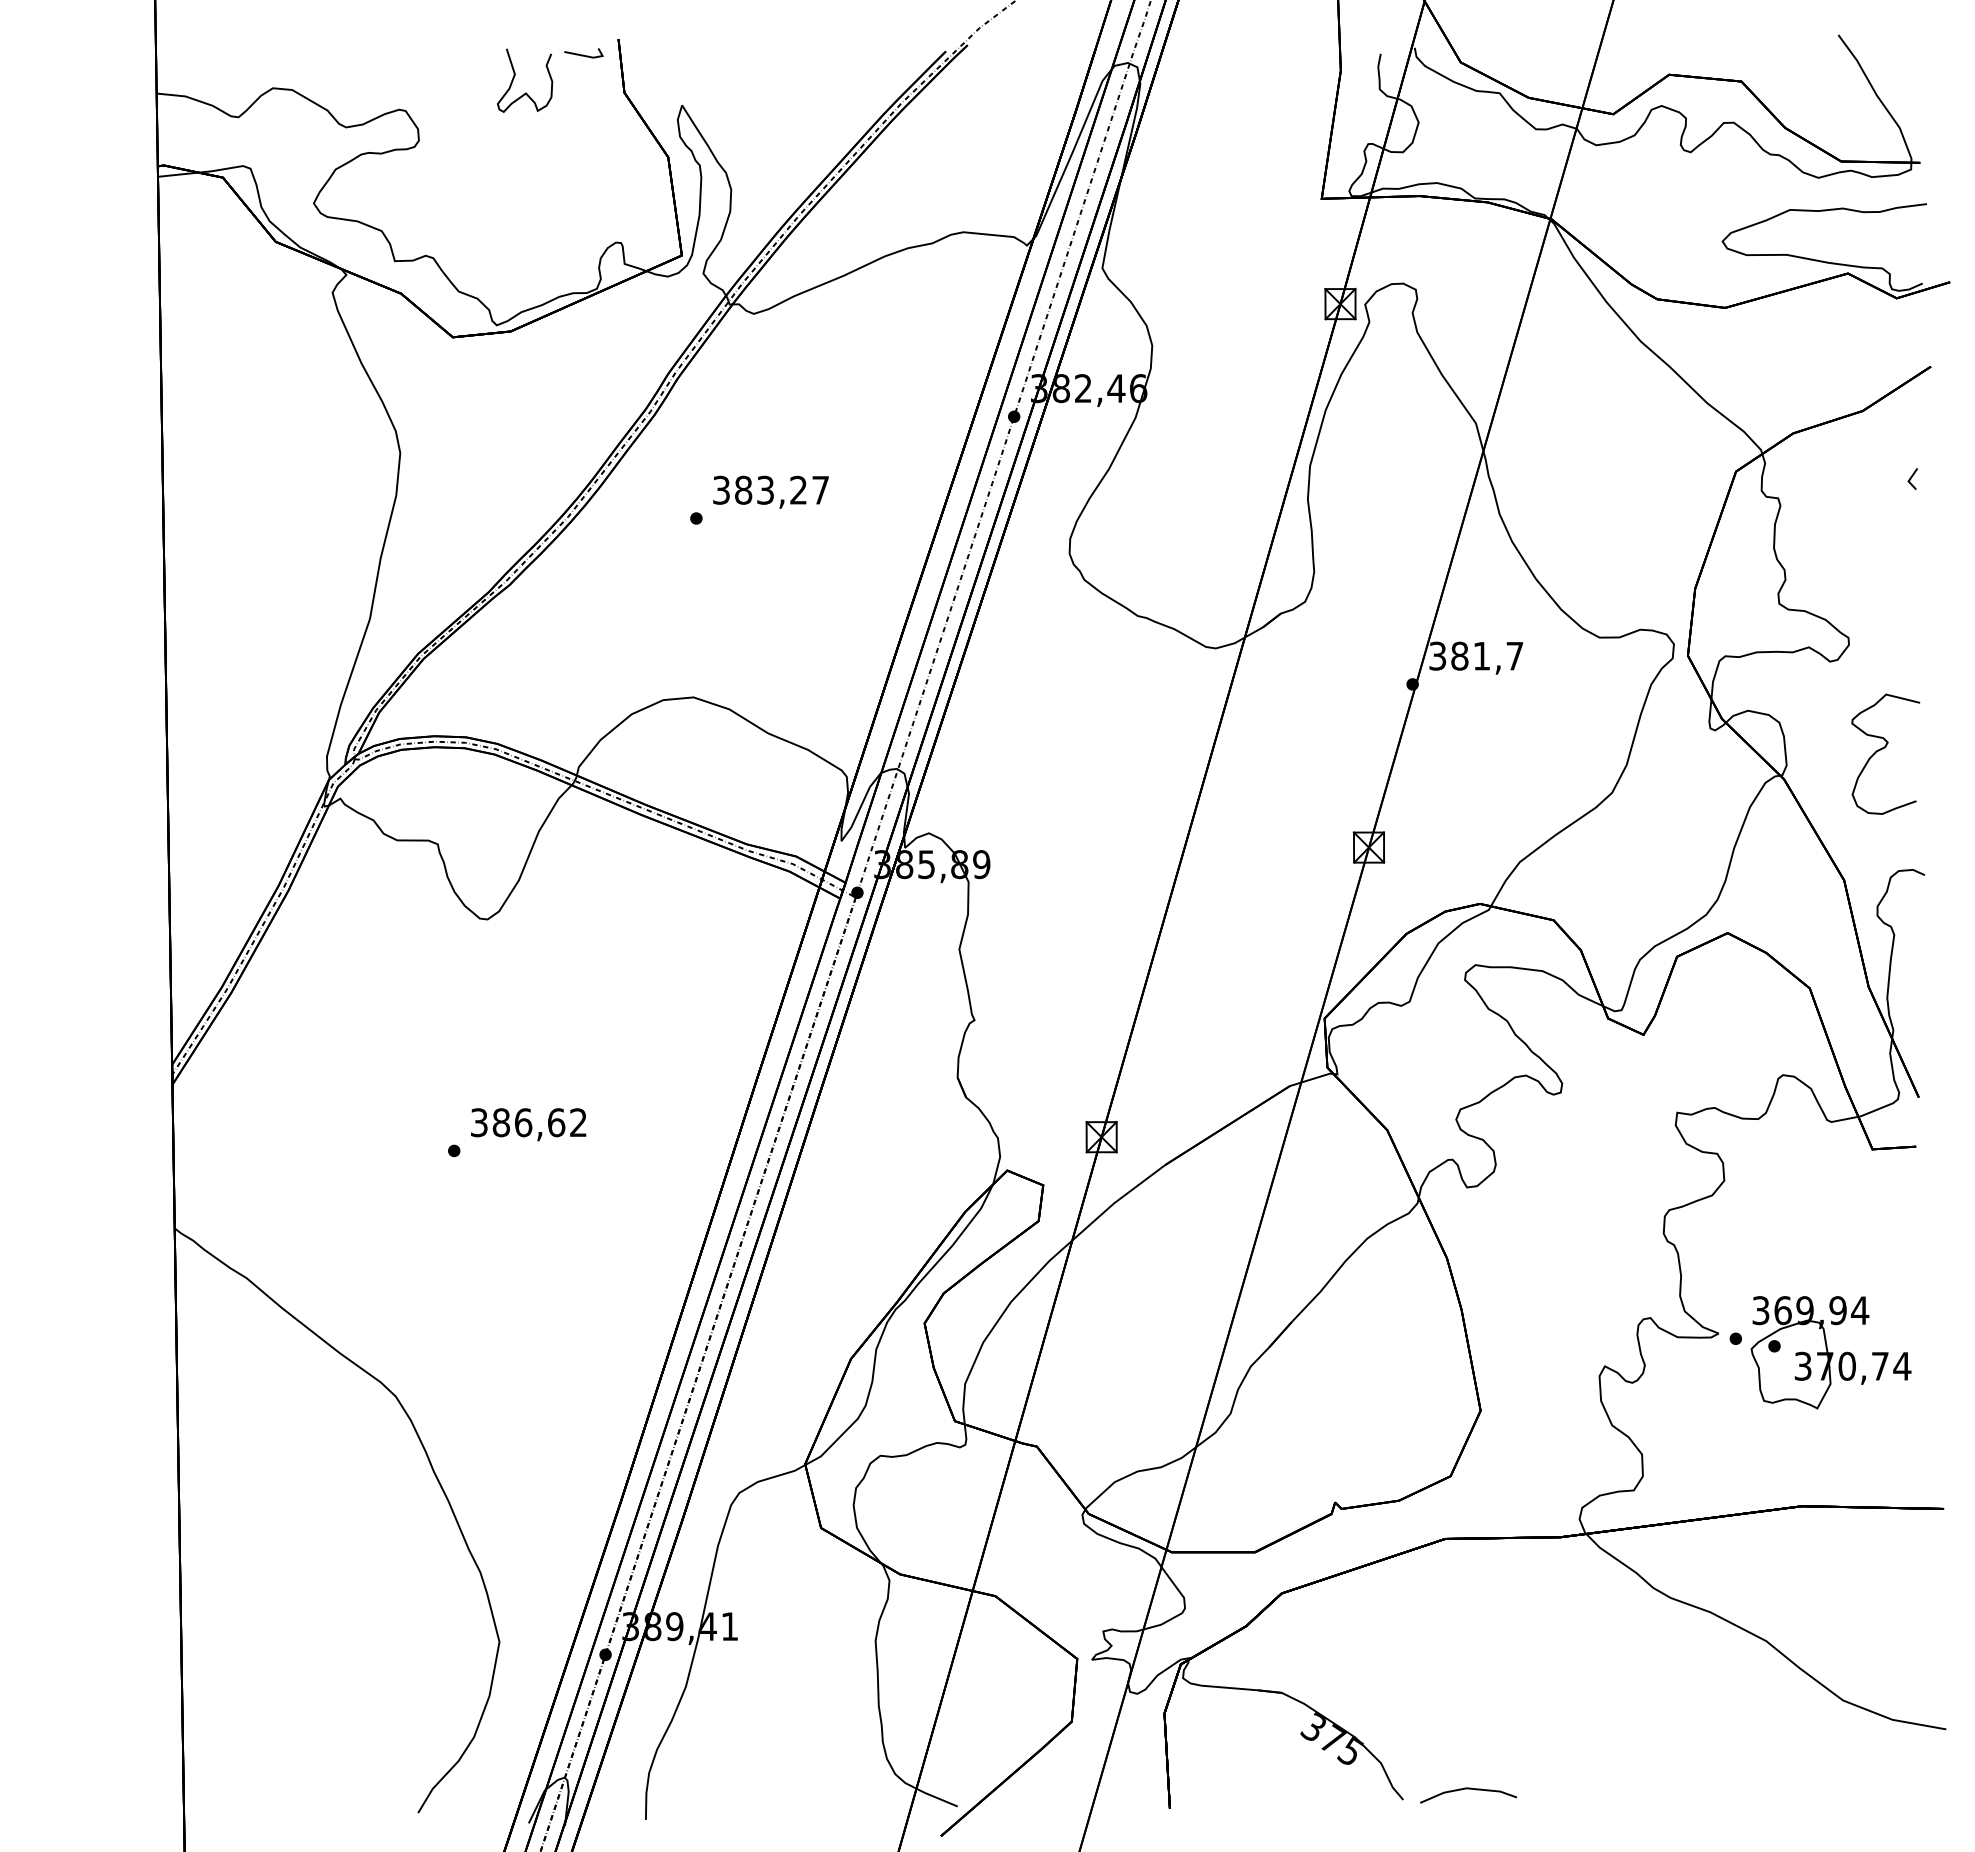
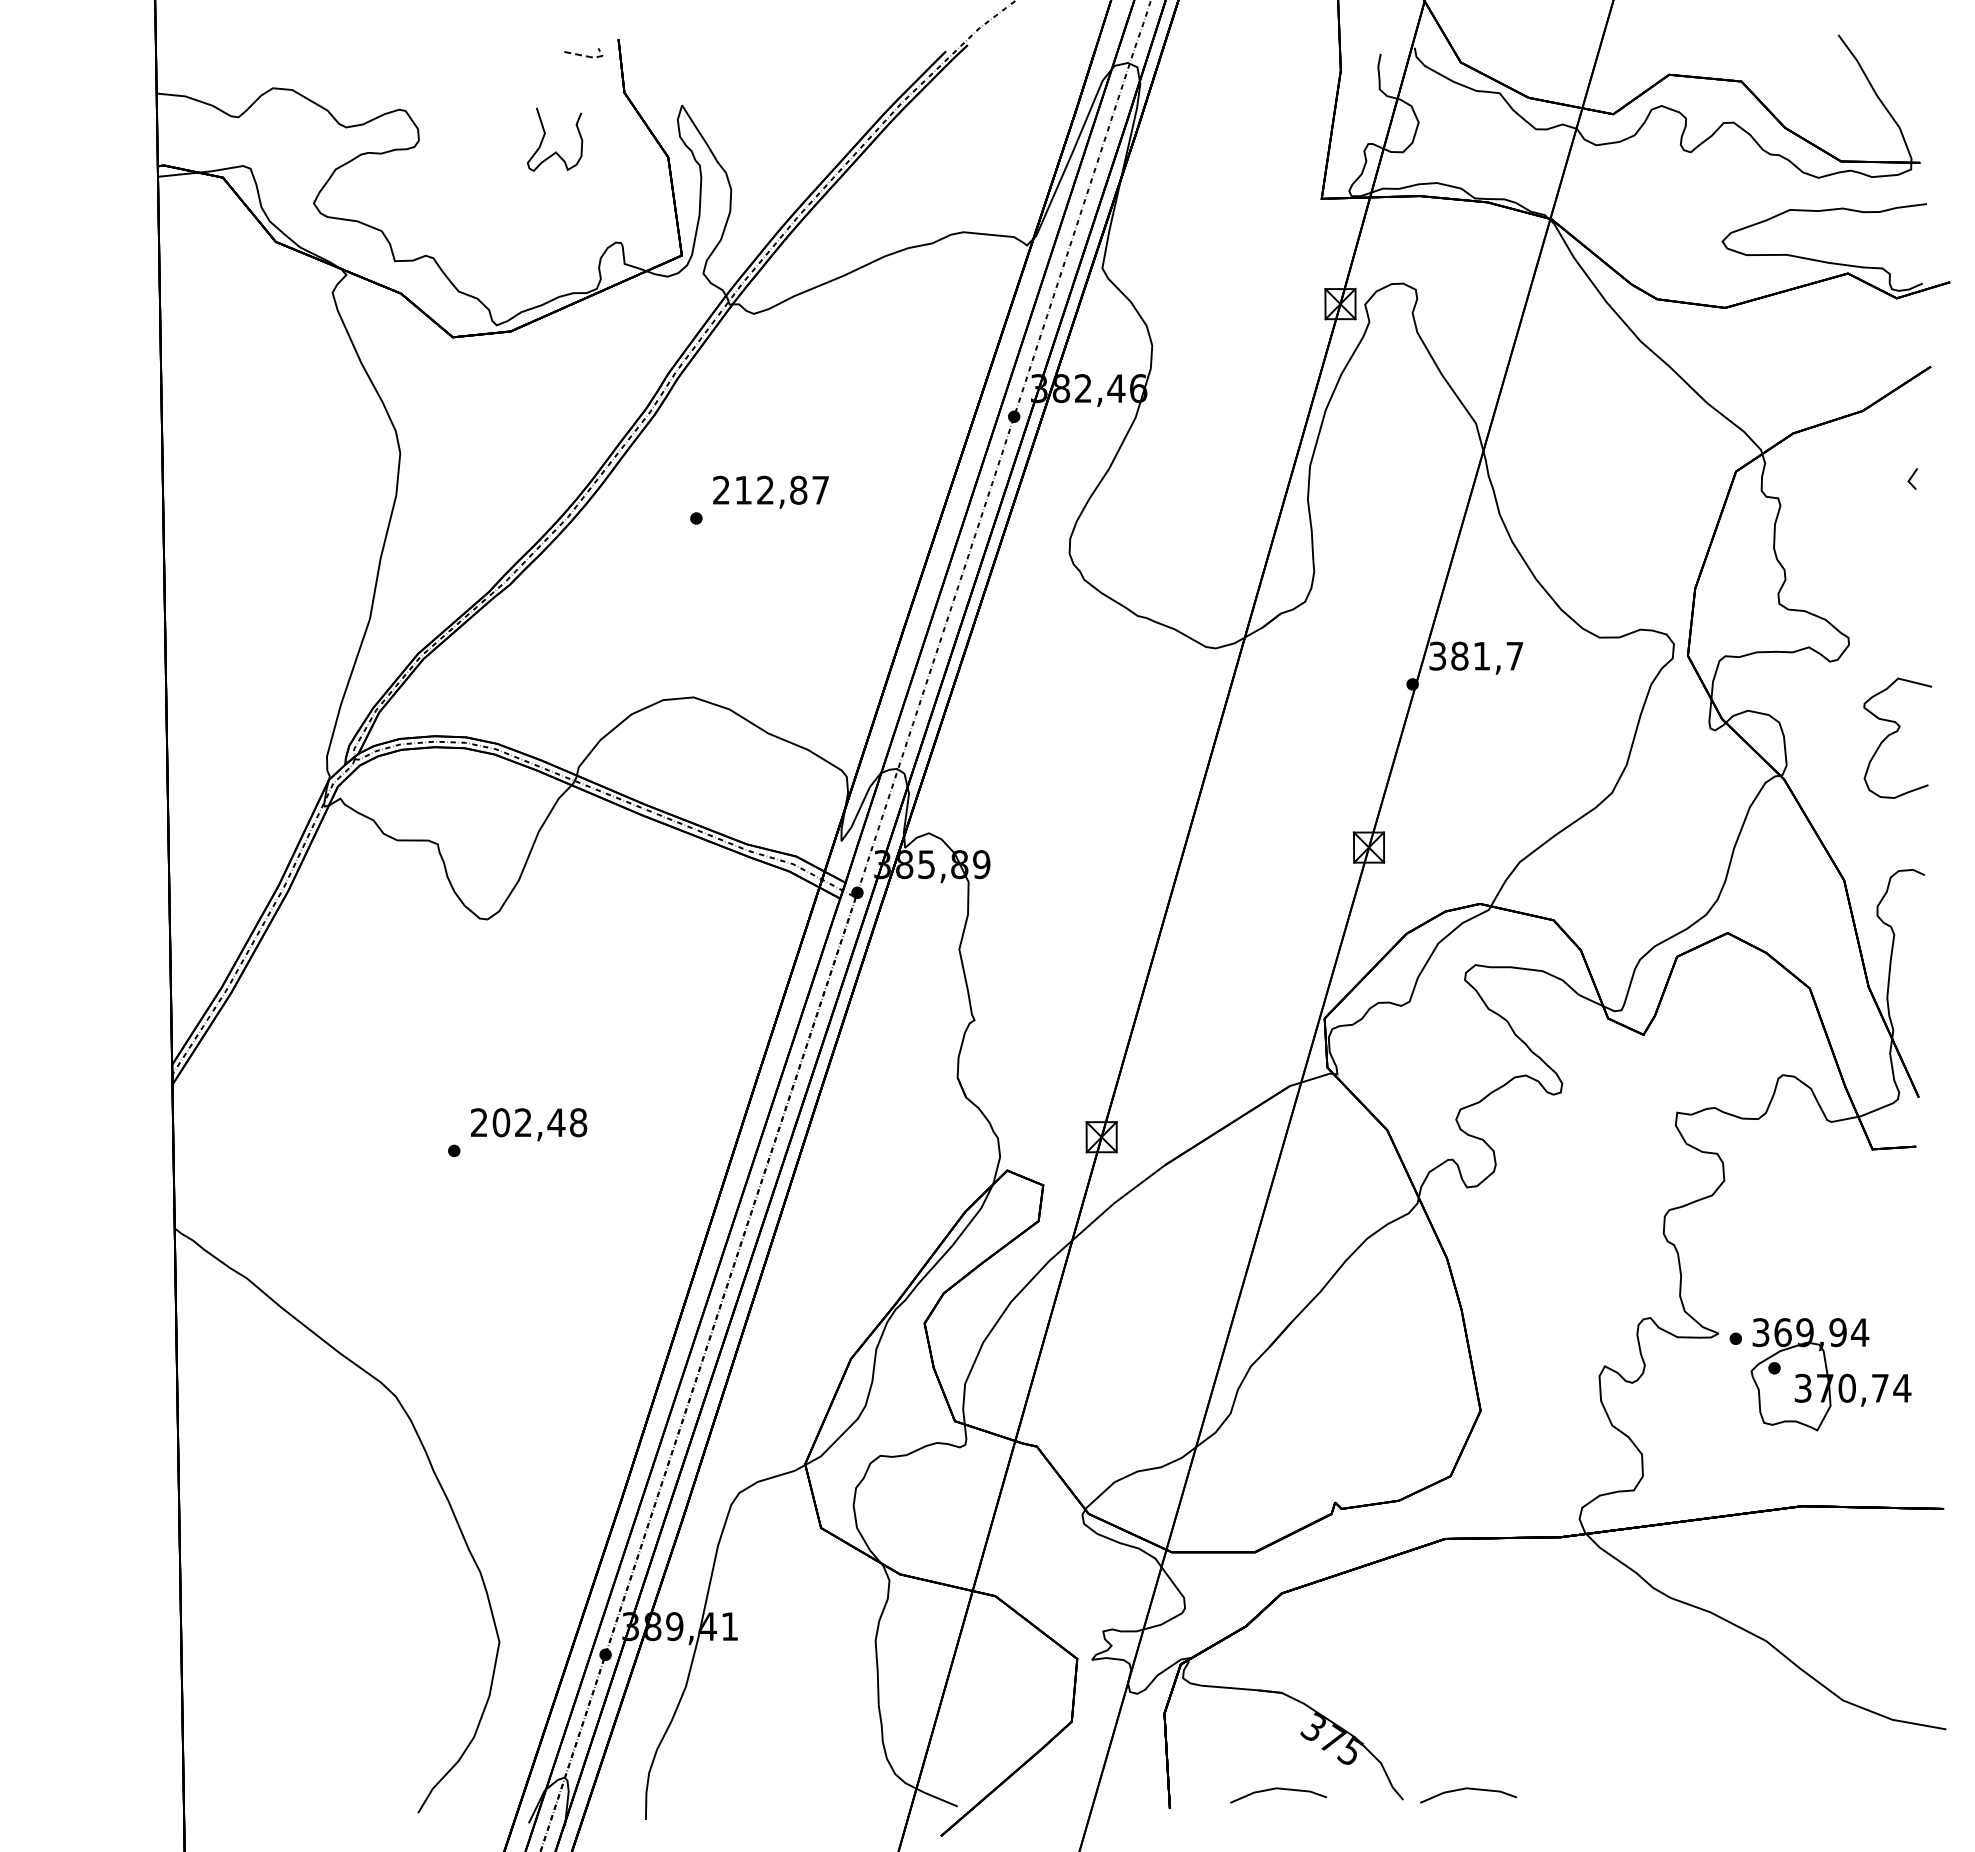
line at (589, 56): solid -> dashed
curve at (515, 76) position: (515, 76) -> (545, 135)
text at (760, 489): 383,27 -> 212,87
curve at (1883, 749) position: (1883, 749) -> (1895, 733)
text at (529, 1122): 386,62 -> 202,48
part at (1830, 1352) position: (1830, 1352) -> (1830, 1374)
line at (1278, 1789): none -> present
